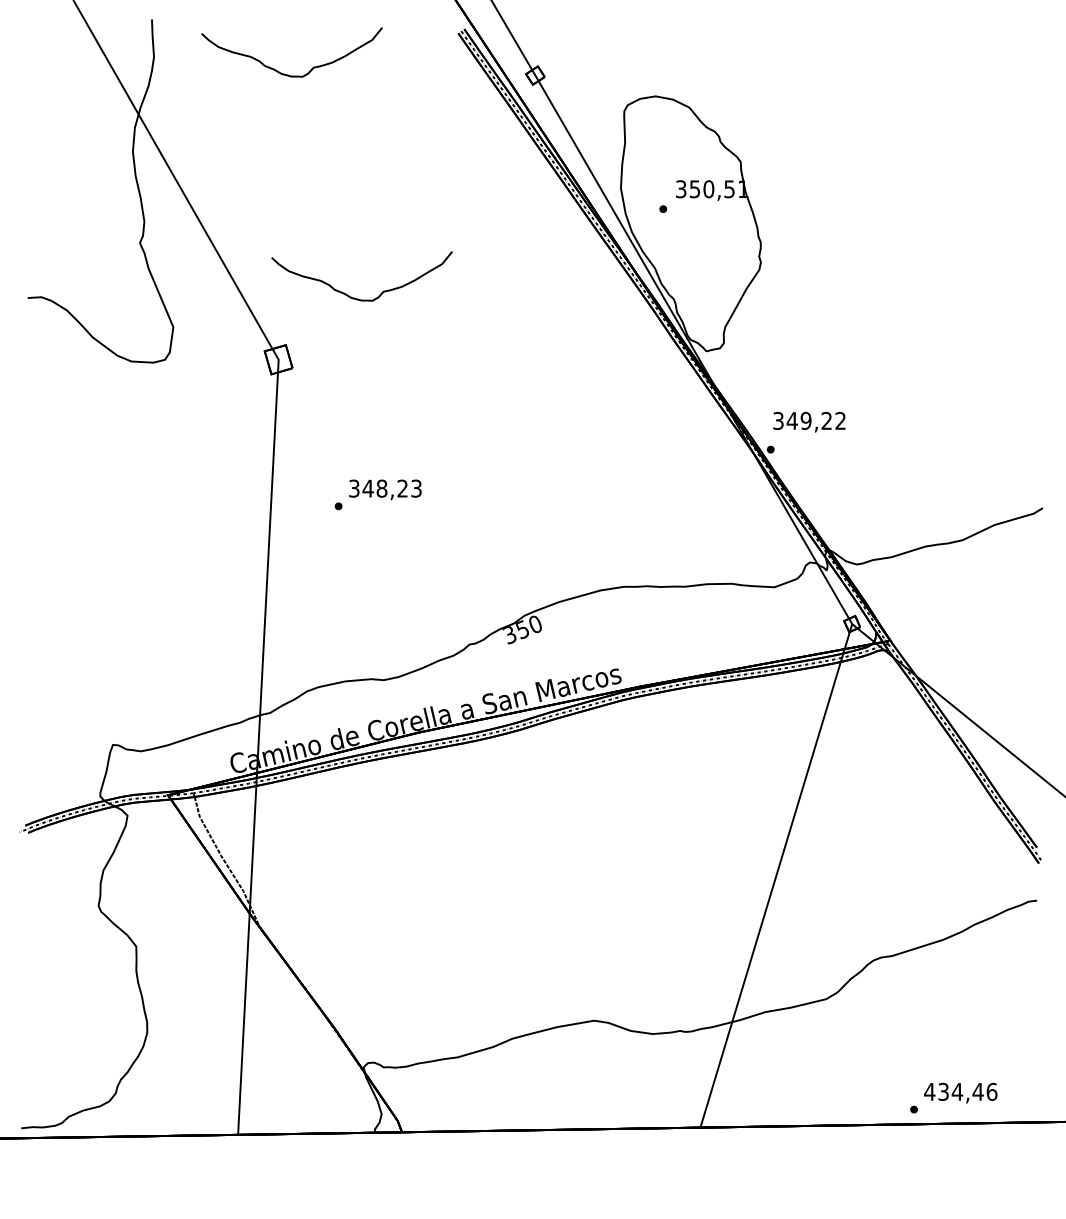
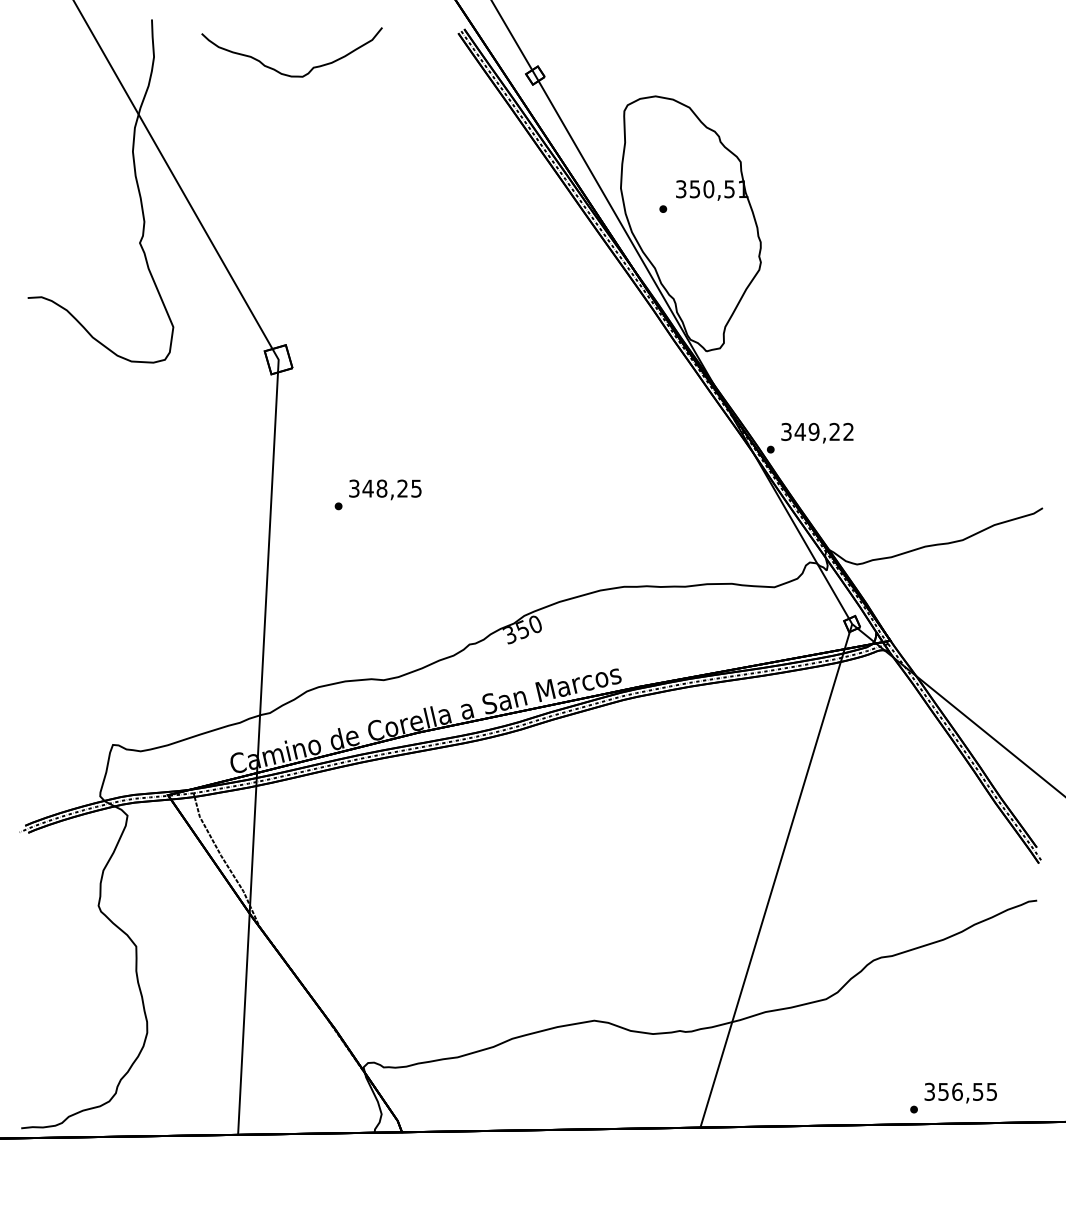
curve at (354, 297): present -> none
text at (809, 422) position: (809, 422) -> (817, 433)
text at (416, 488): 348,23 -> 348,25
text at (960, 1091): 434,46 -> 356,55
